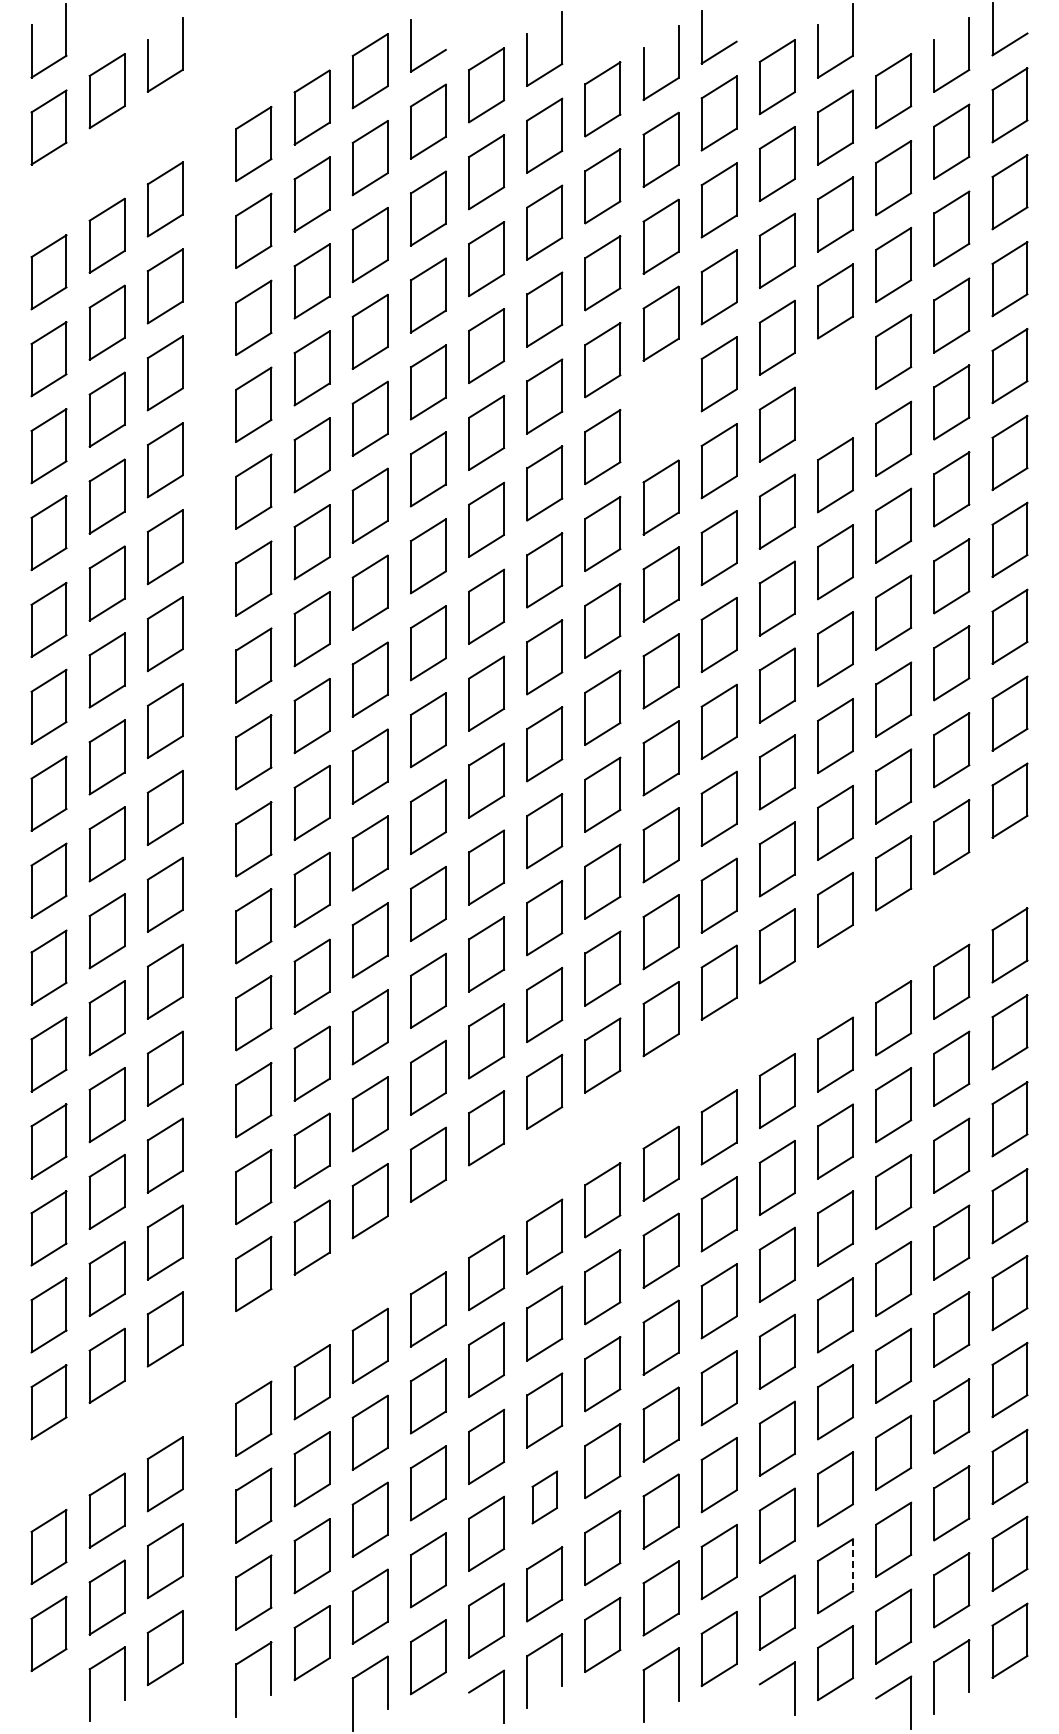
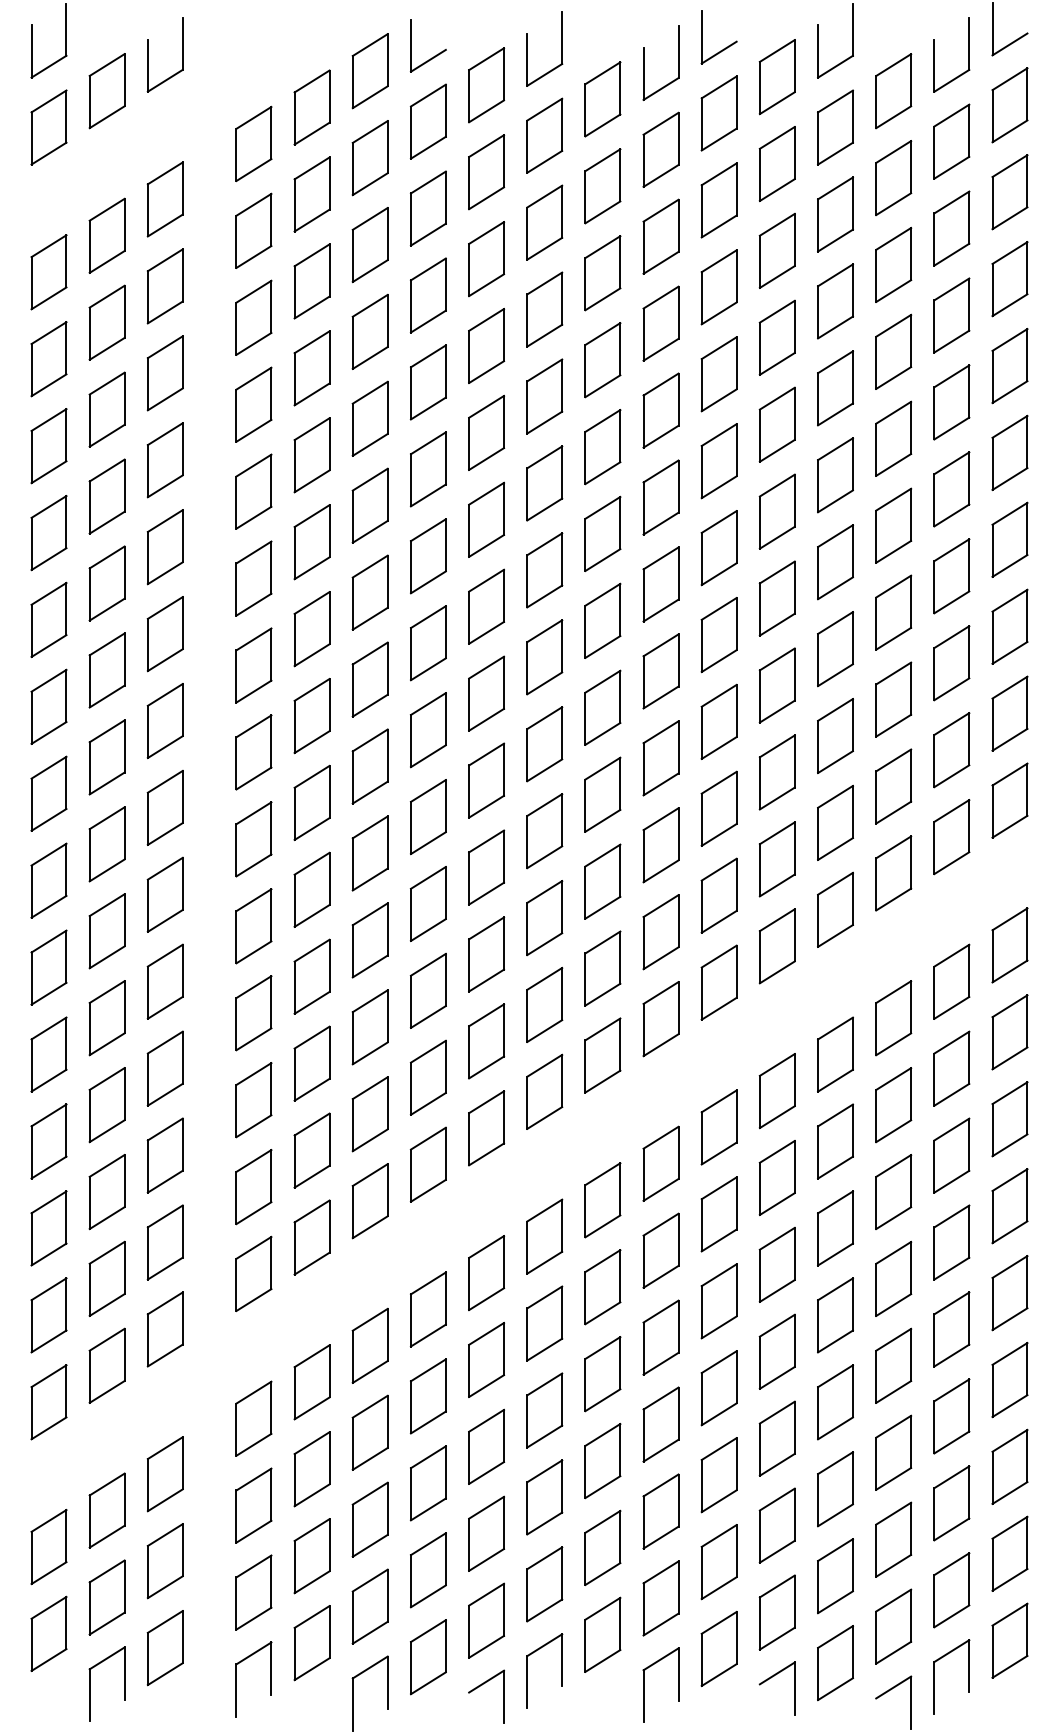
part at (835, 388): none -> present
part at (660, 410): none -> present
part at (544, 1497) size: 28x55 px -> 38x77 px
line at (852, 1565): dashed -> solid
